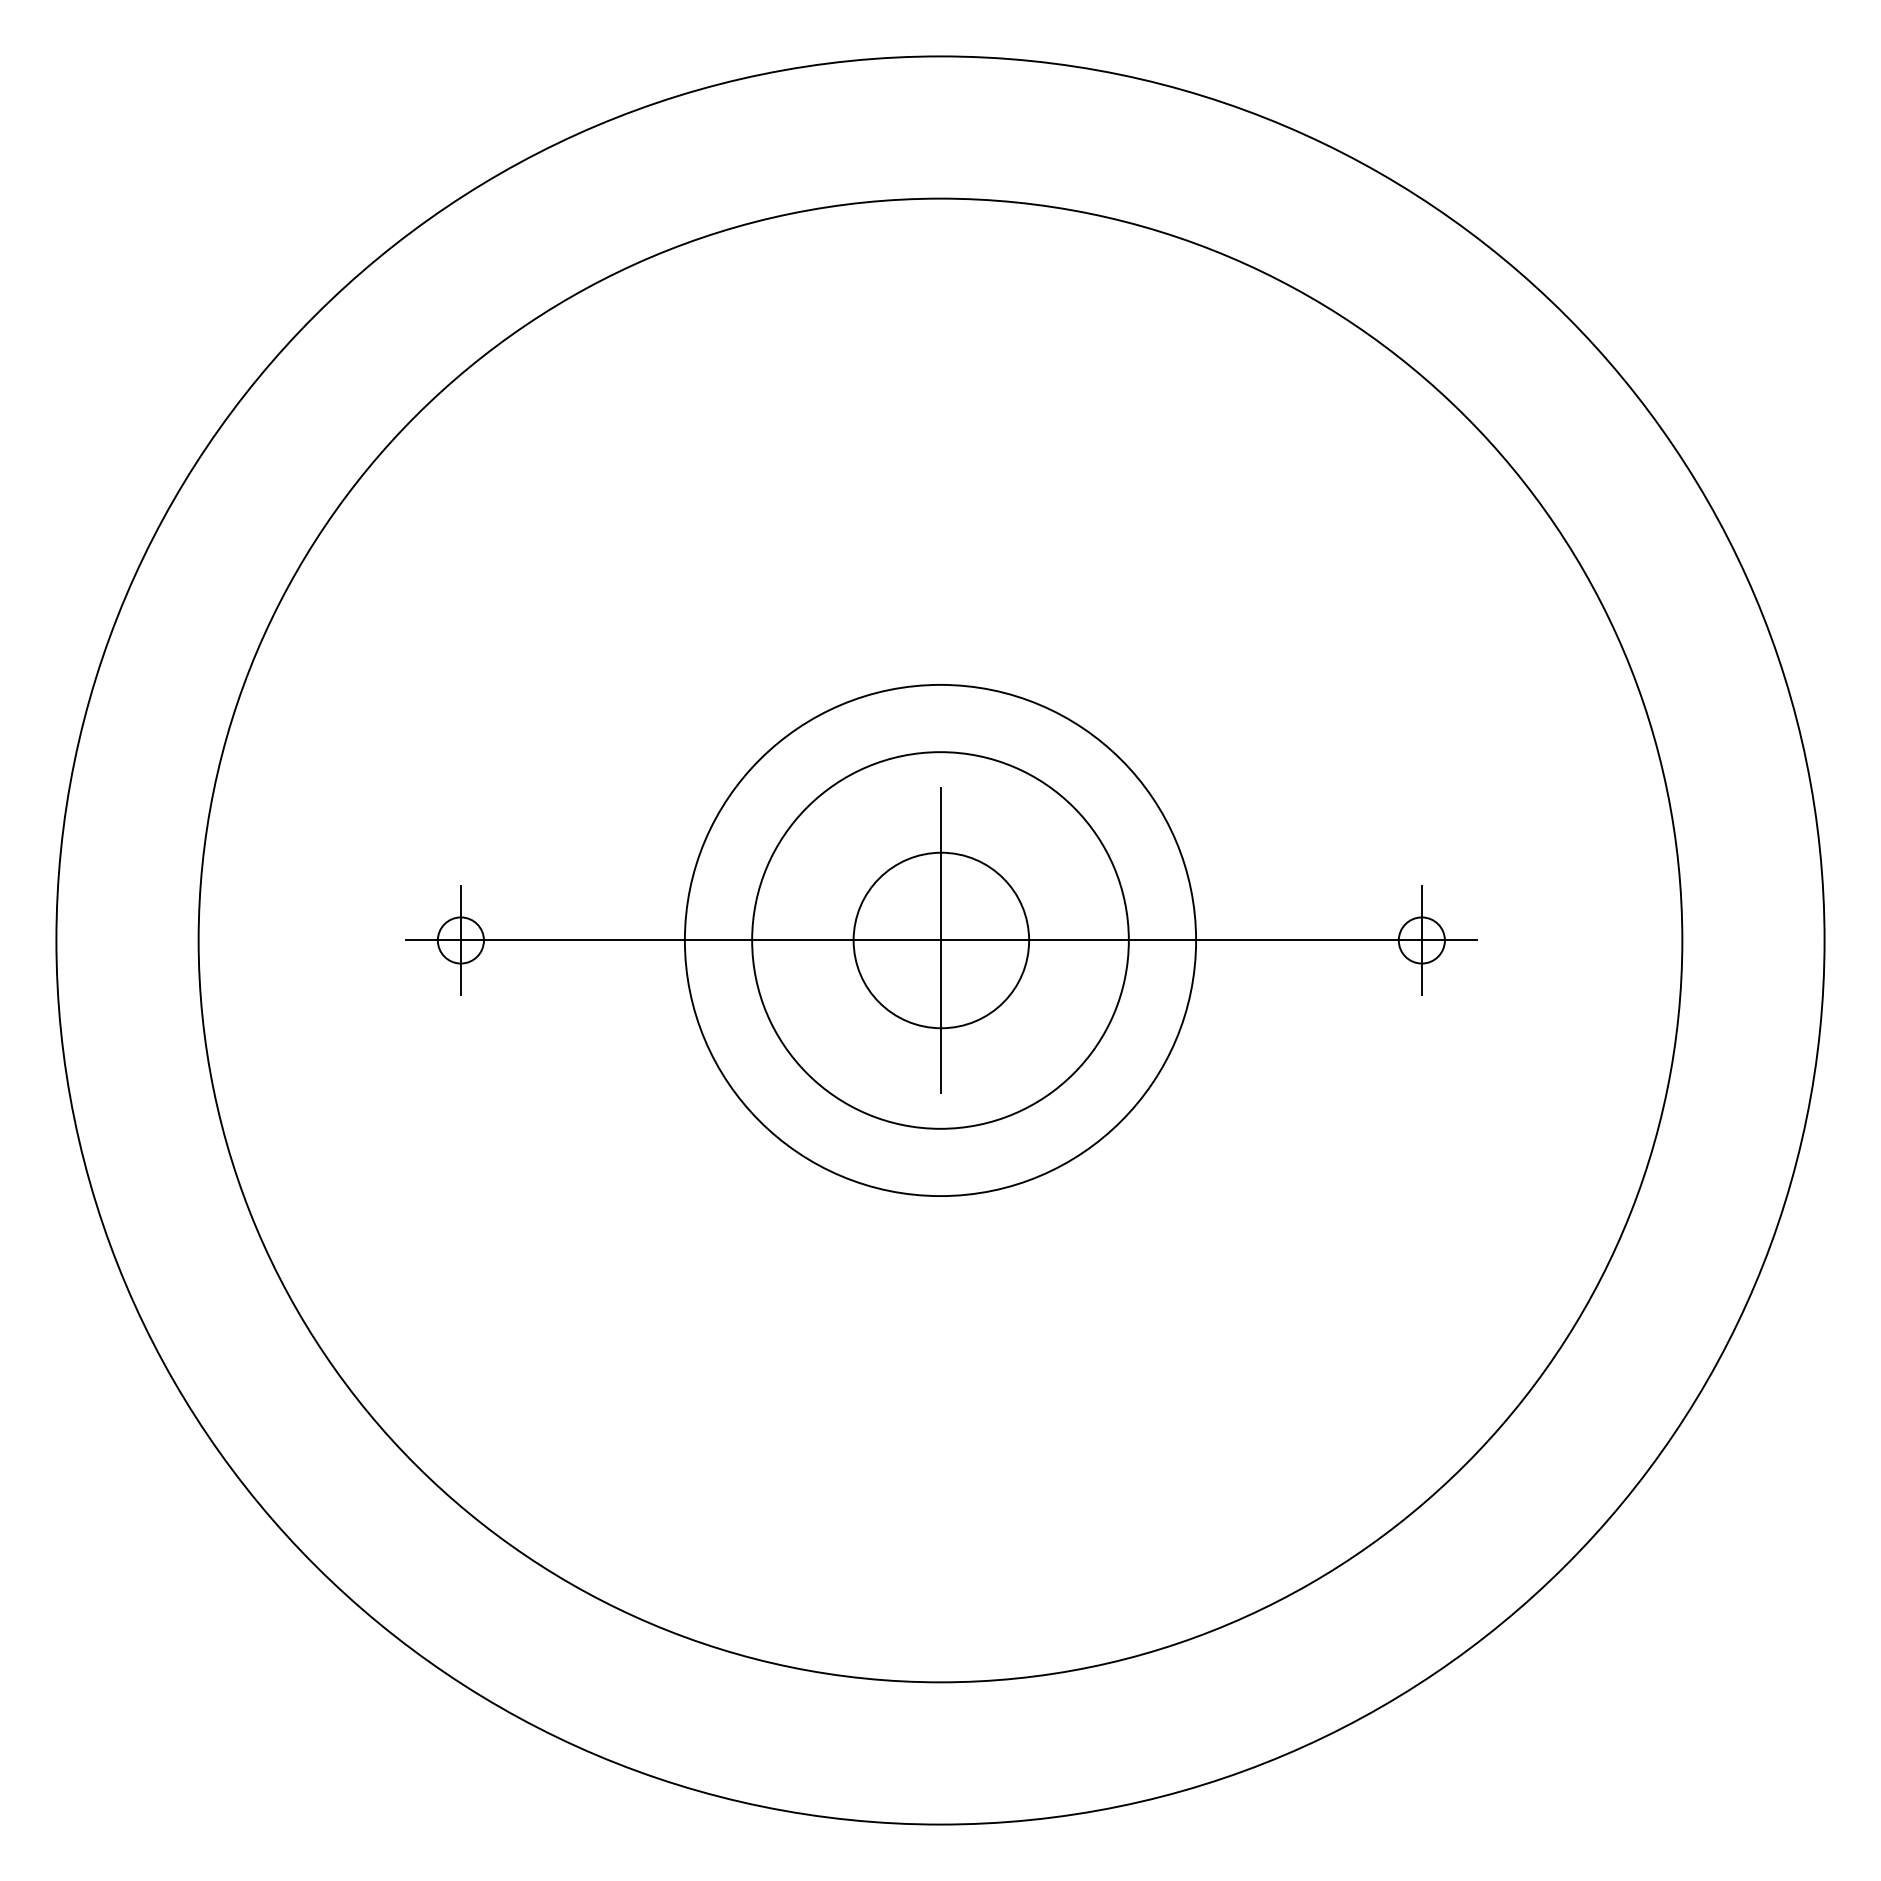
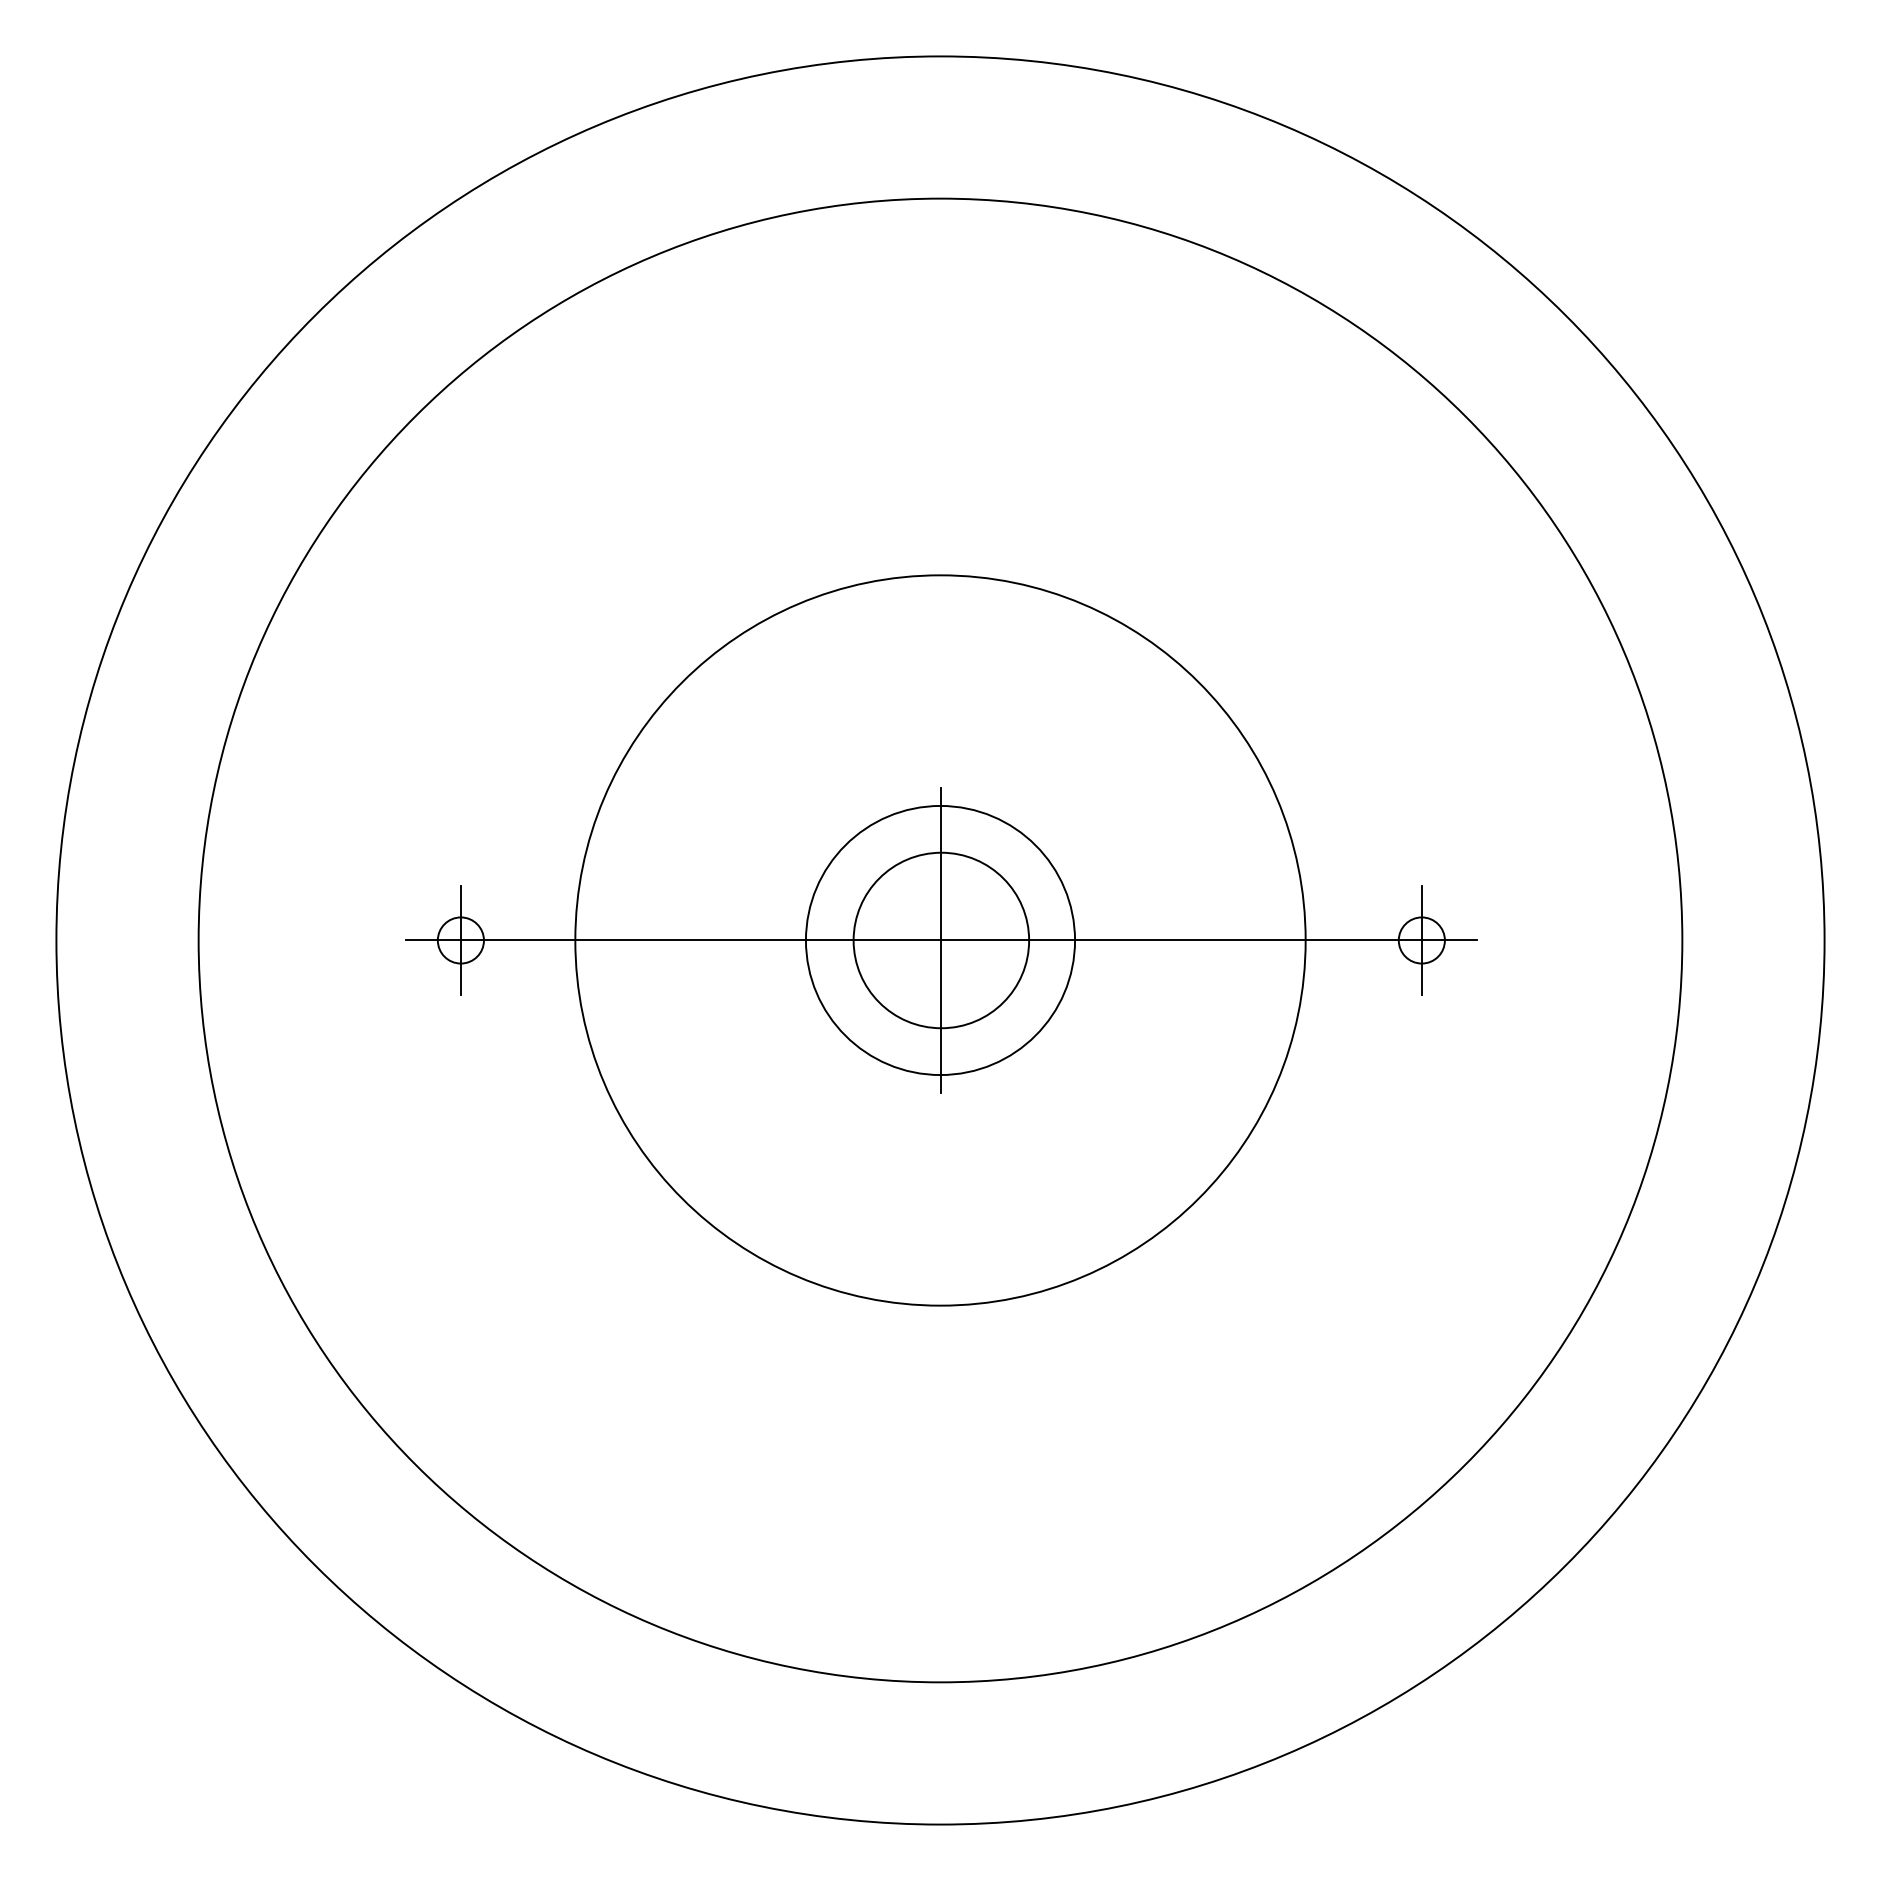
circle at (940, 940) diameter: 377 px -> 269 px
circle at (940, 940) diameter: 511 px -> 730 px
